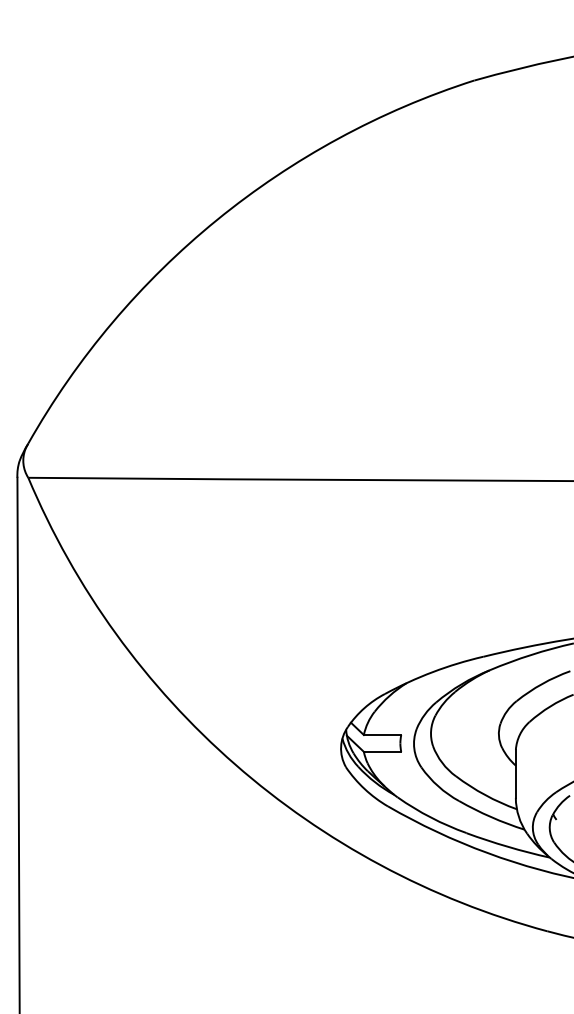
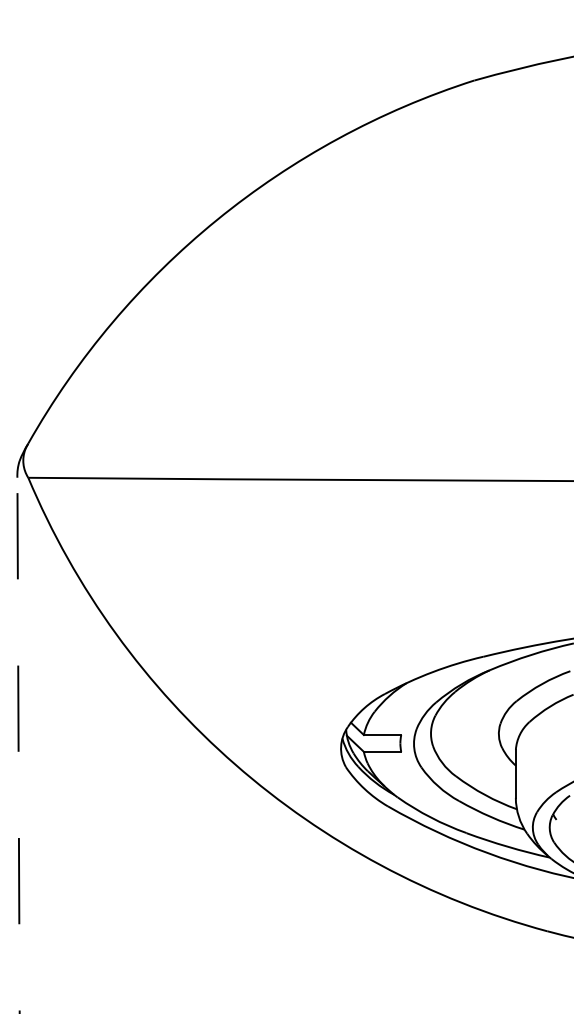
line at (18, 745): solid -> dashed
